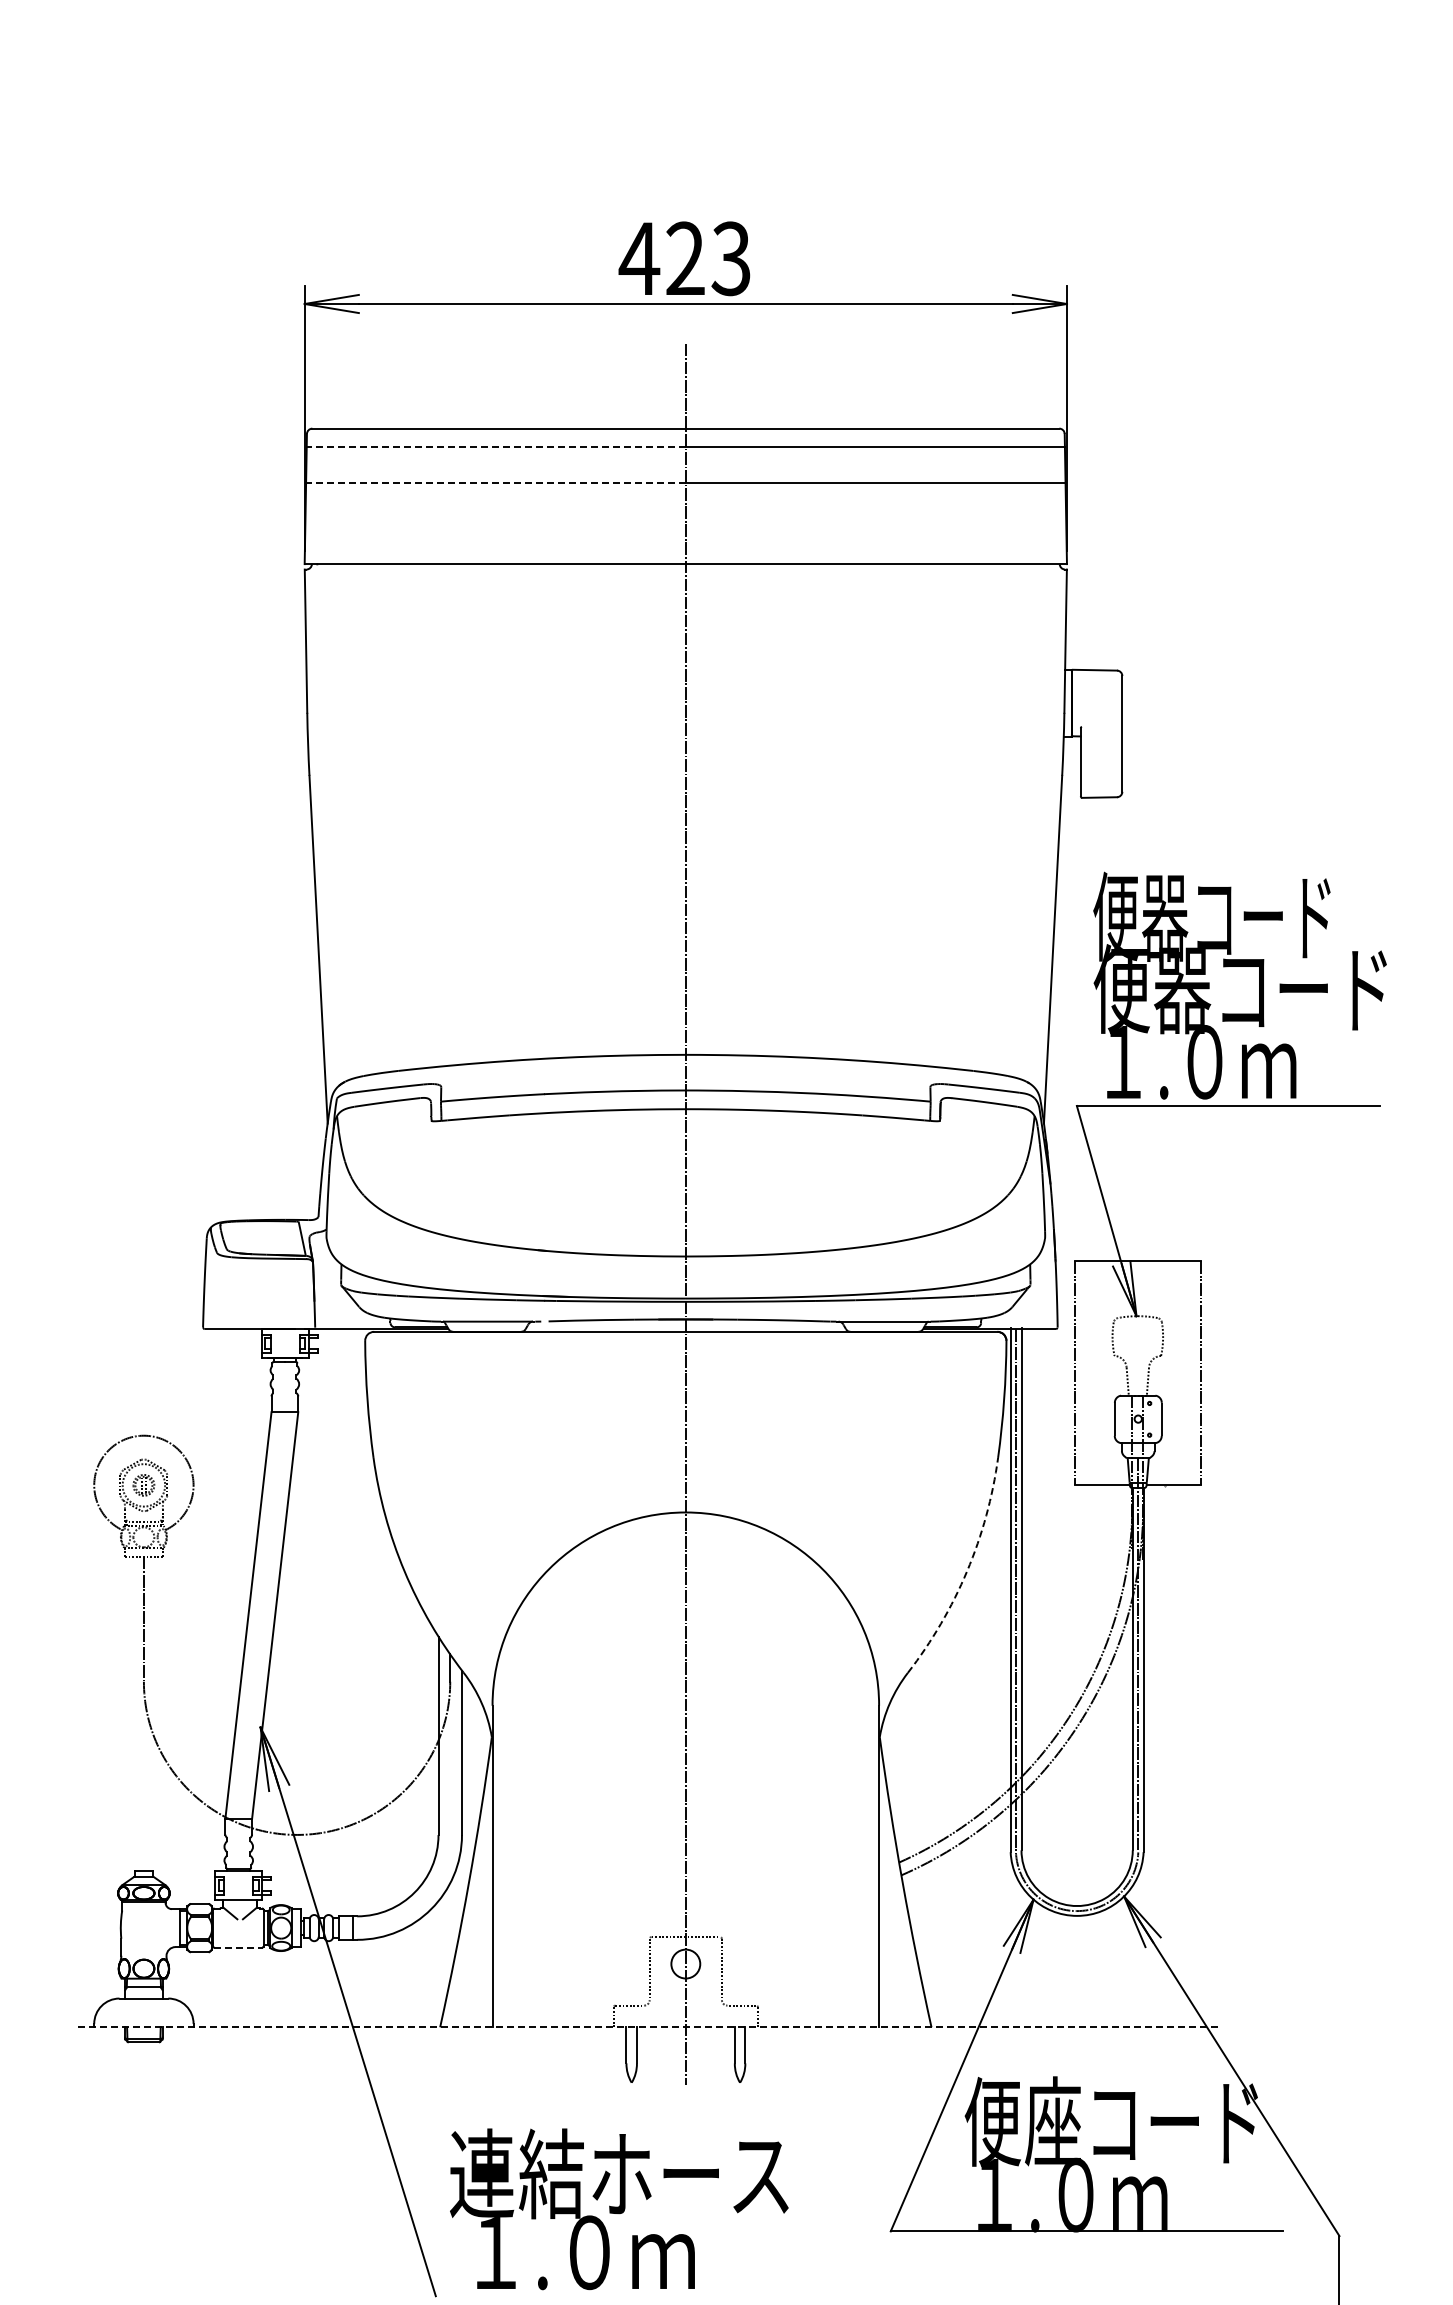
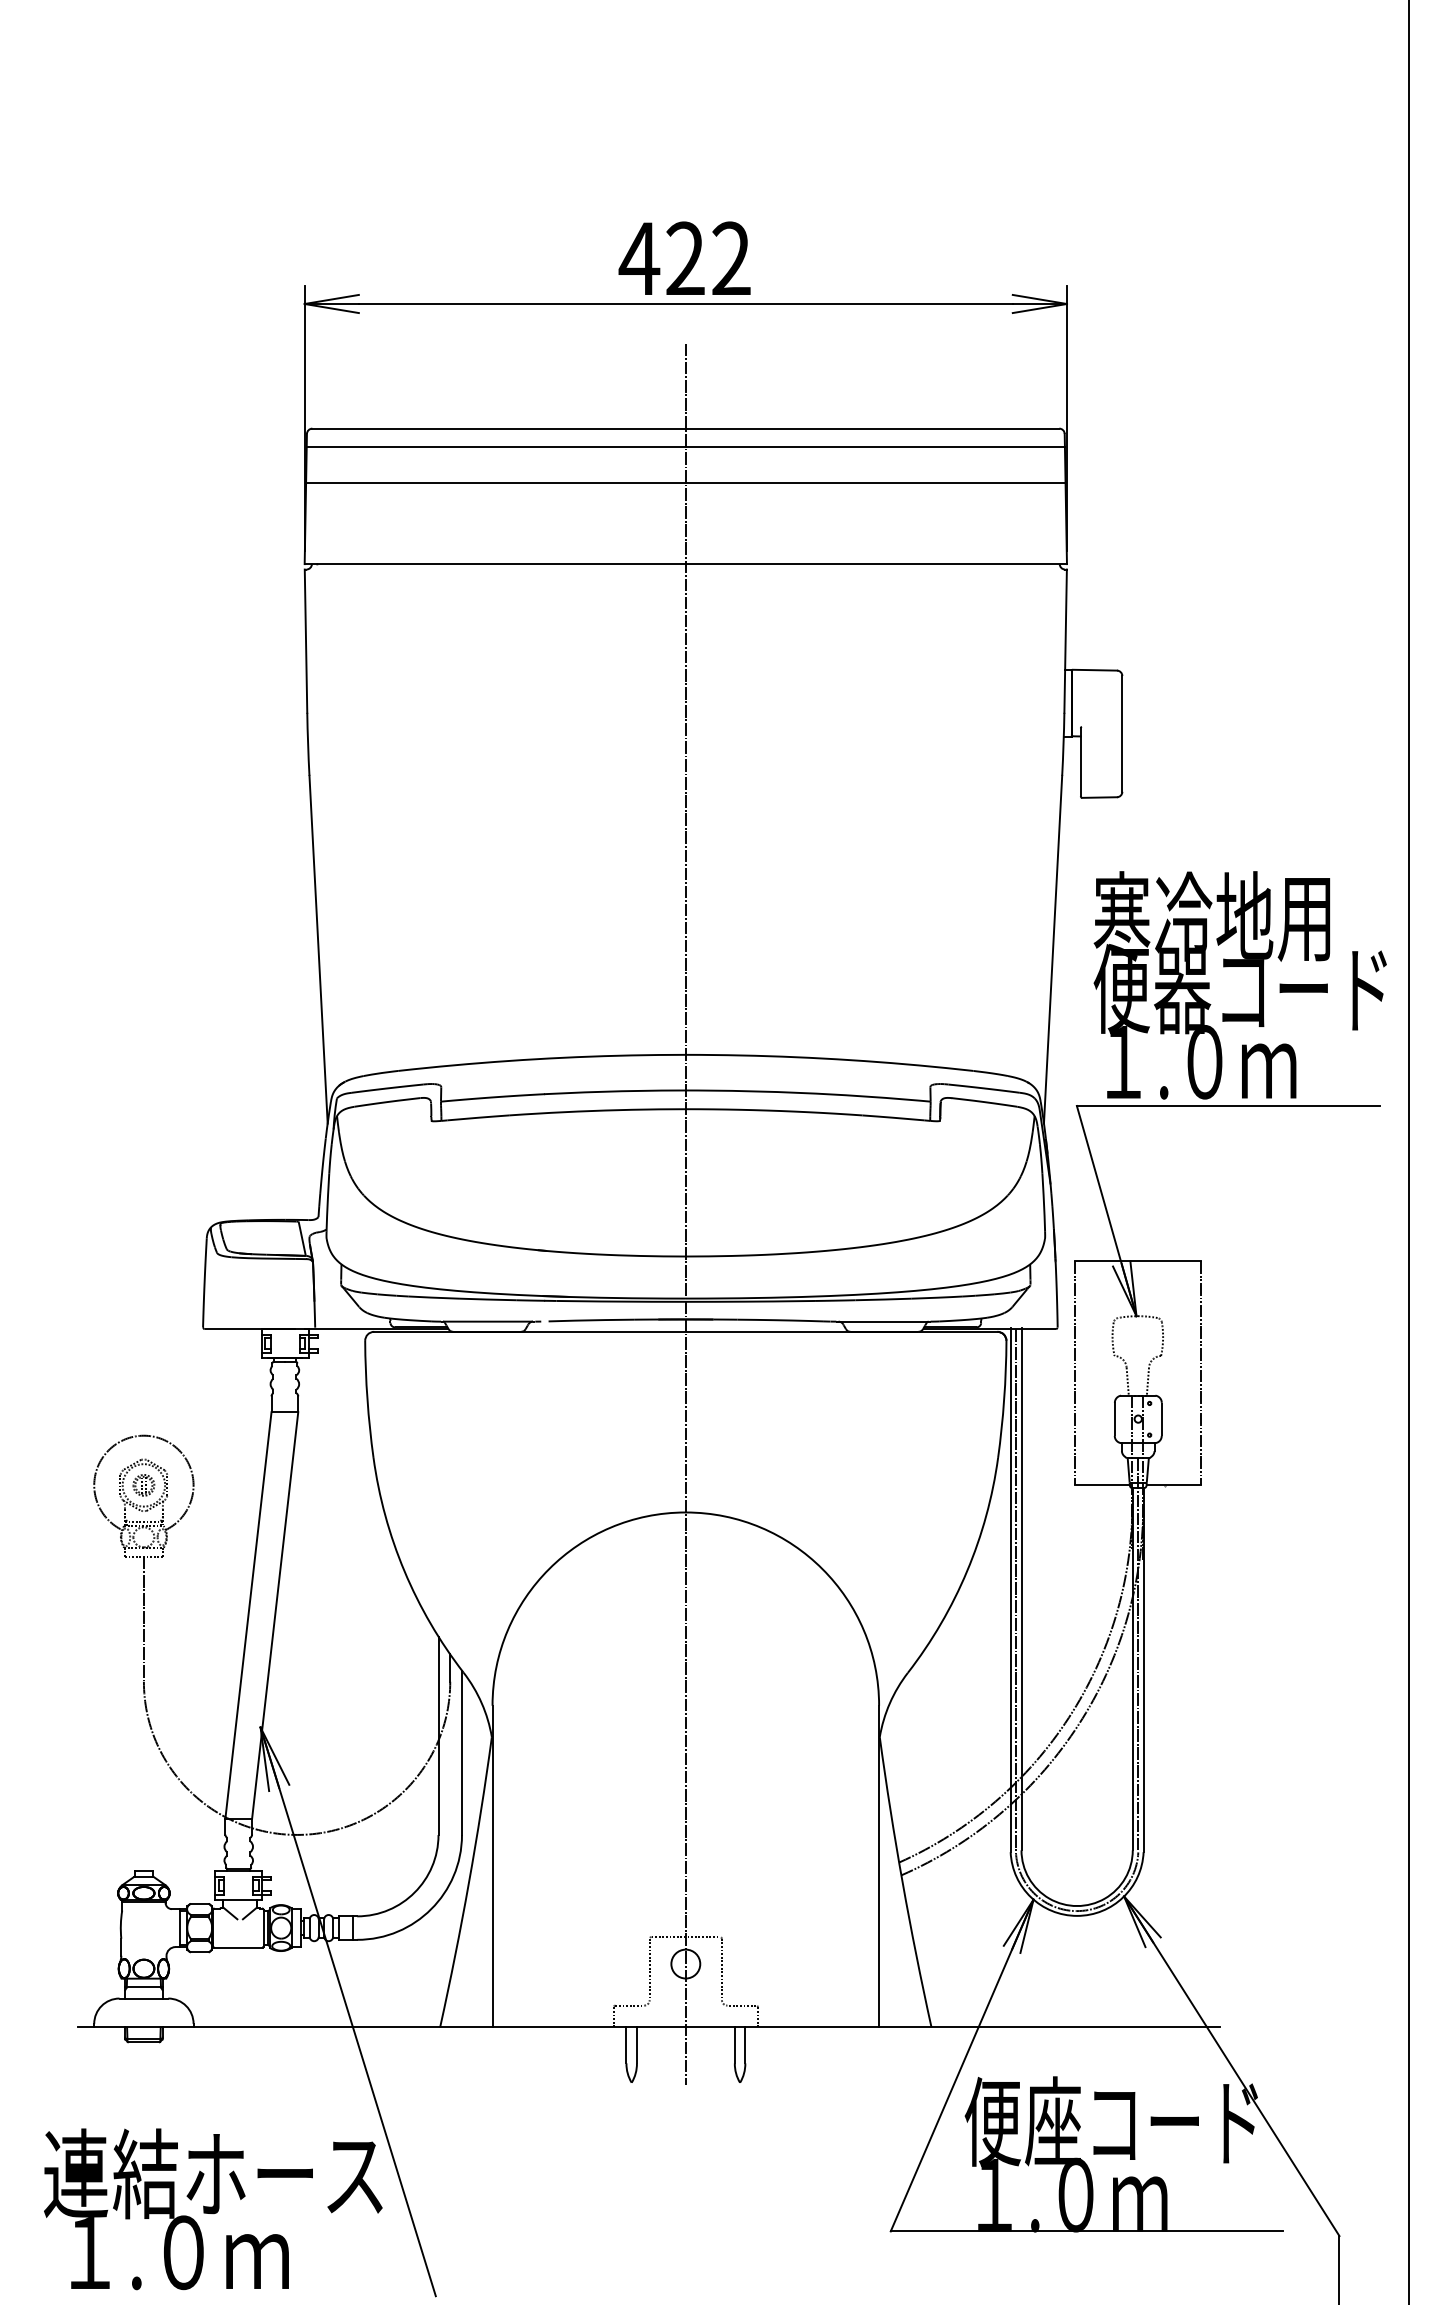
text at (730, 258): 423 -> 422
line at (496, 446): dashed -> solid
line at (495, 482): dashed -> solid
text at (1211, 916): 便器コード -> 寒冷地用
line at (1409, 1151): none -> present
arc at (967, 1571): dashed -> solid
line at (238, 1947): dashed -> solid
line at (648, 2027): dashed -> solid
text at (619, 2209) position: (619, 2209) -> (213, 2209)
